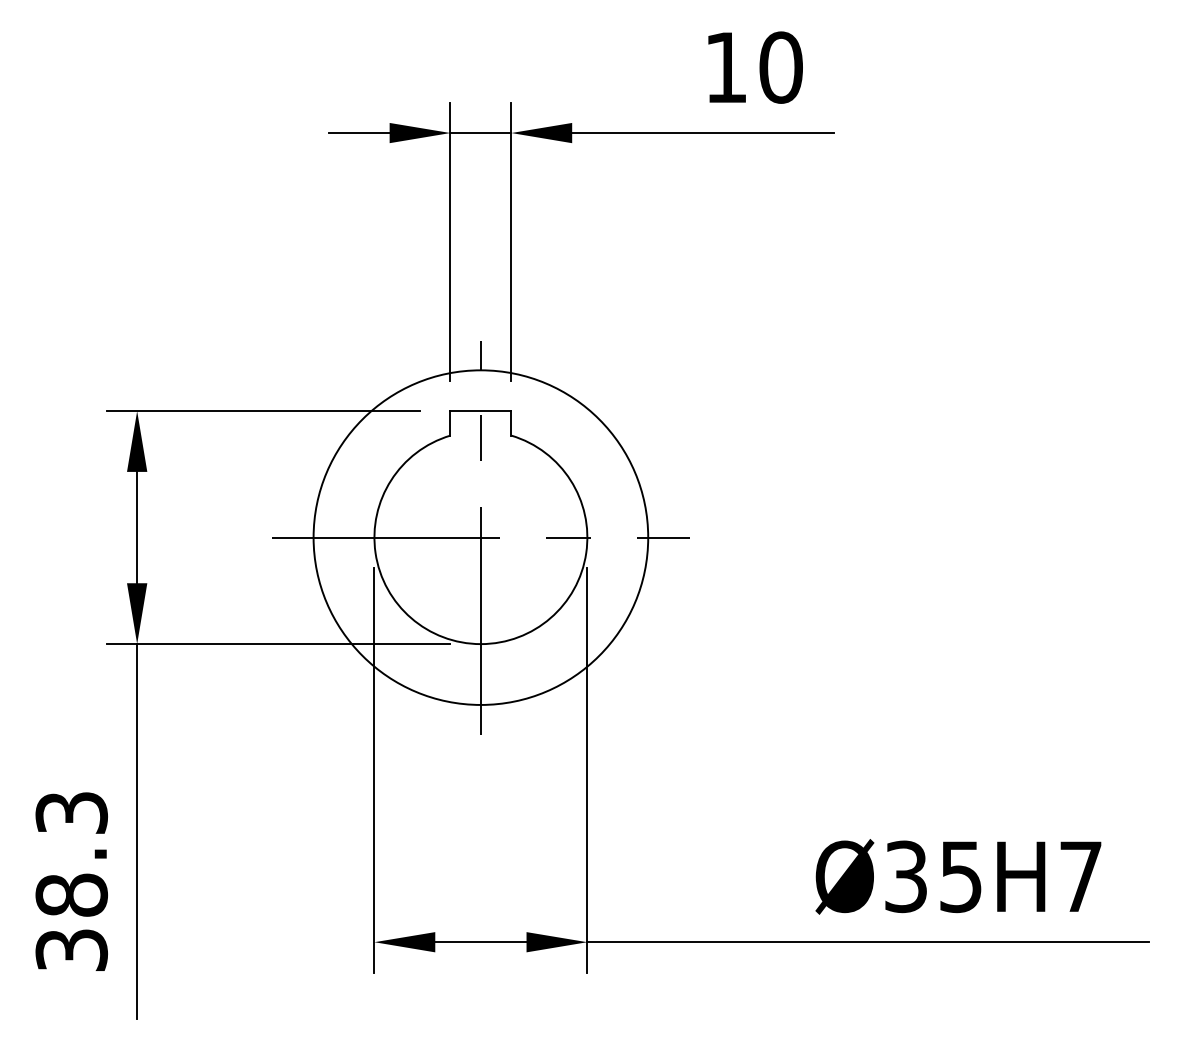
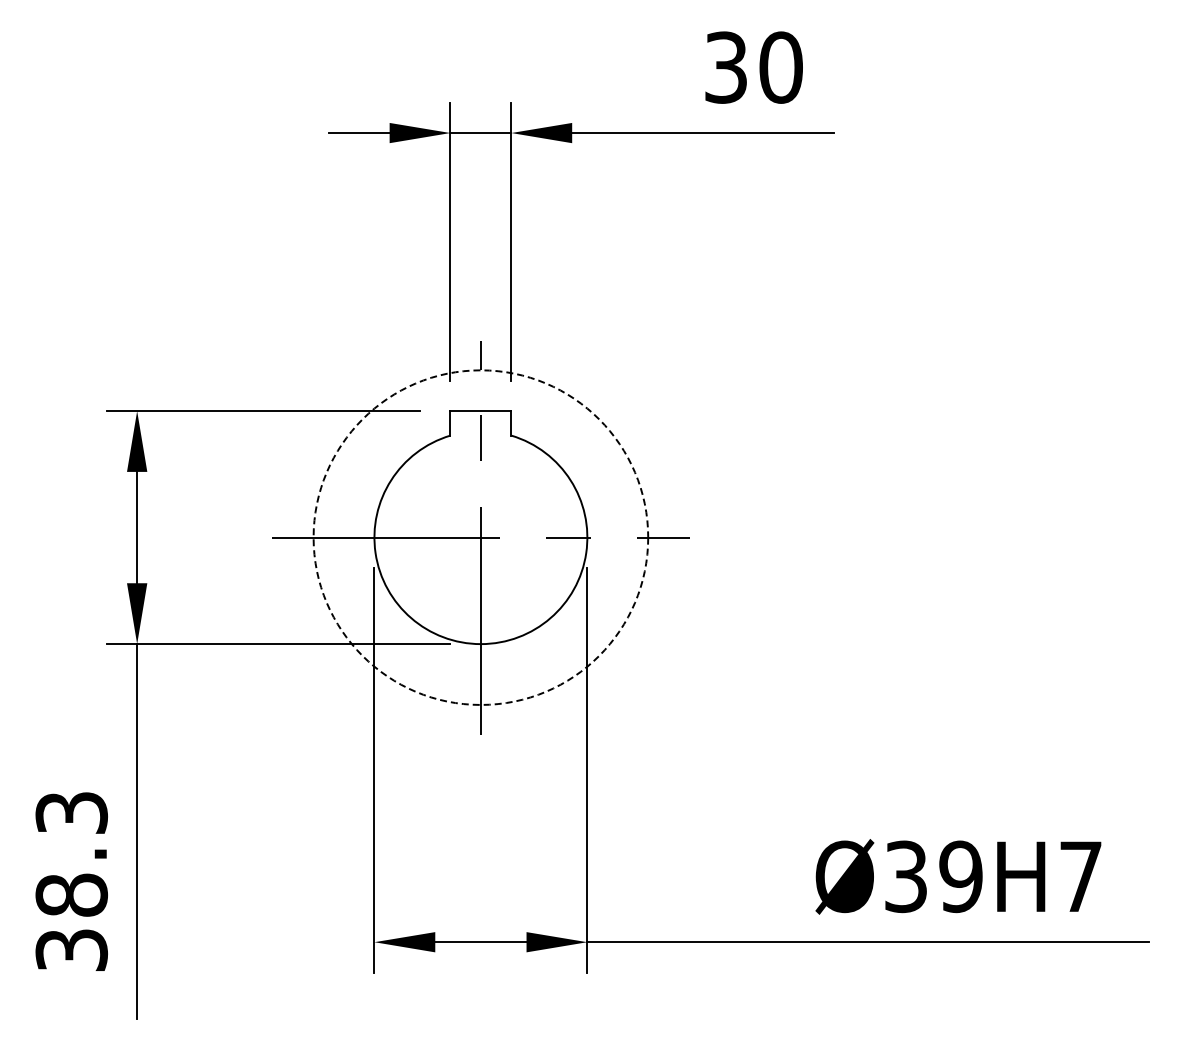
text at (725, 67): 10 -> 30
circle at (480, 537): solid -> dashed
text at (960, 876): Ø35H7 -> Ø39H7
